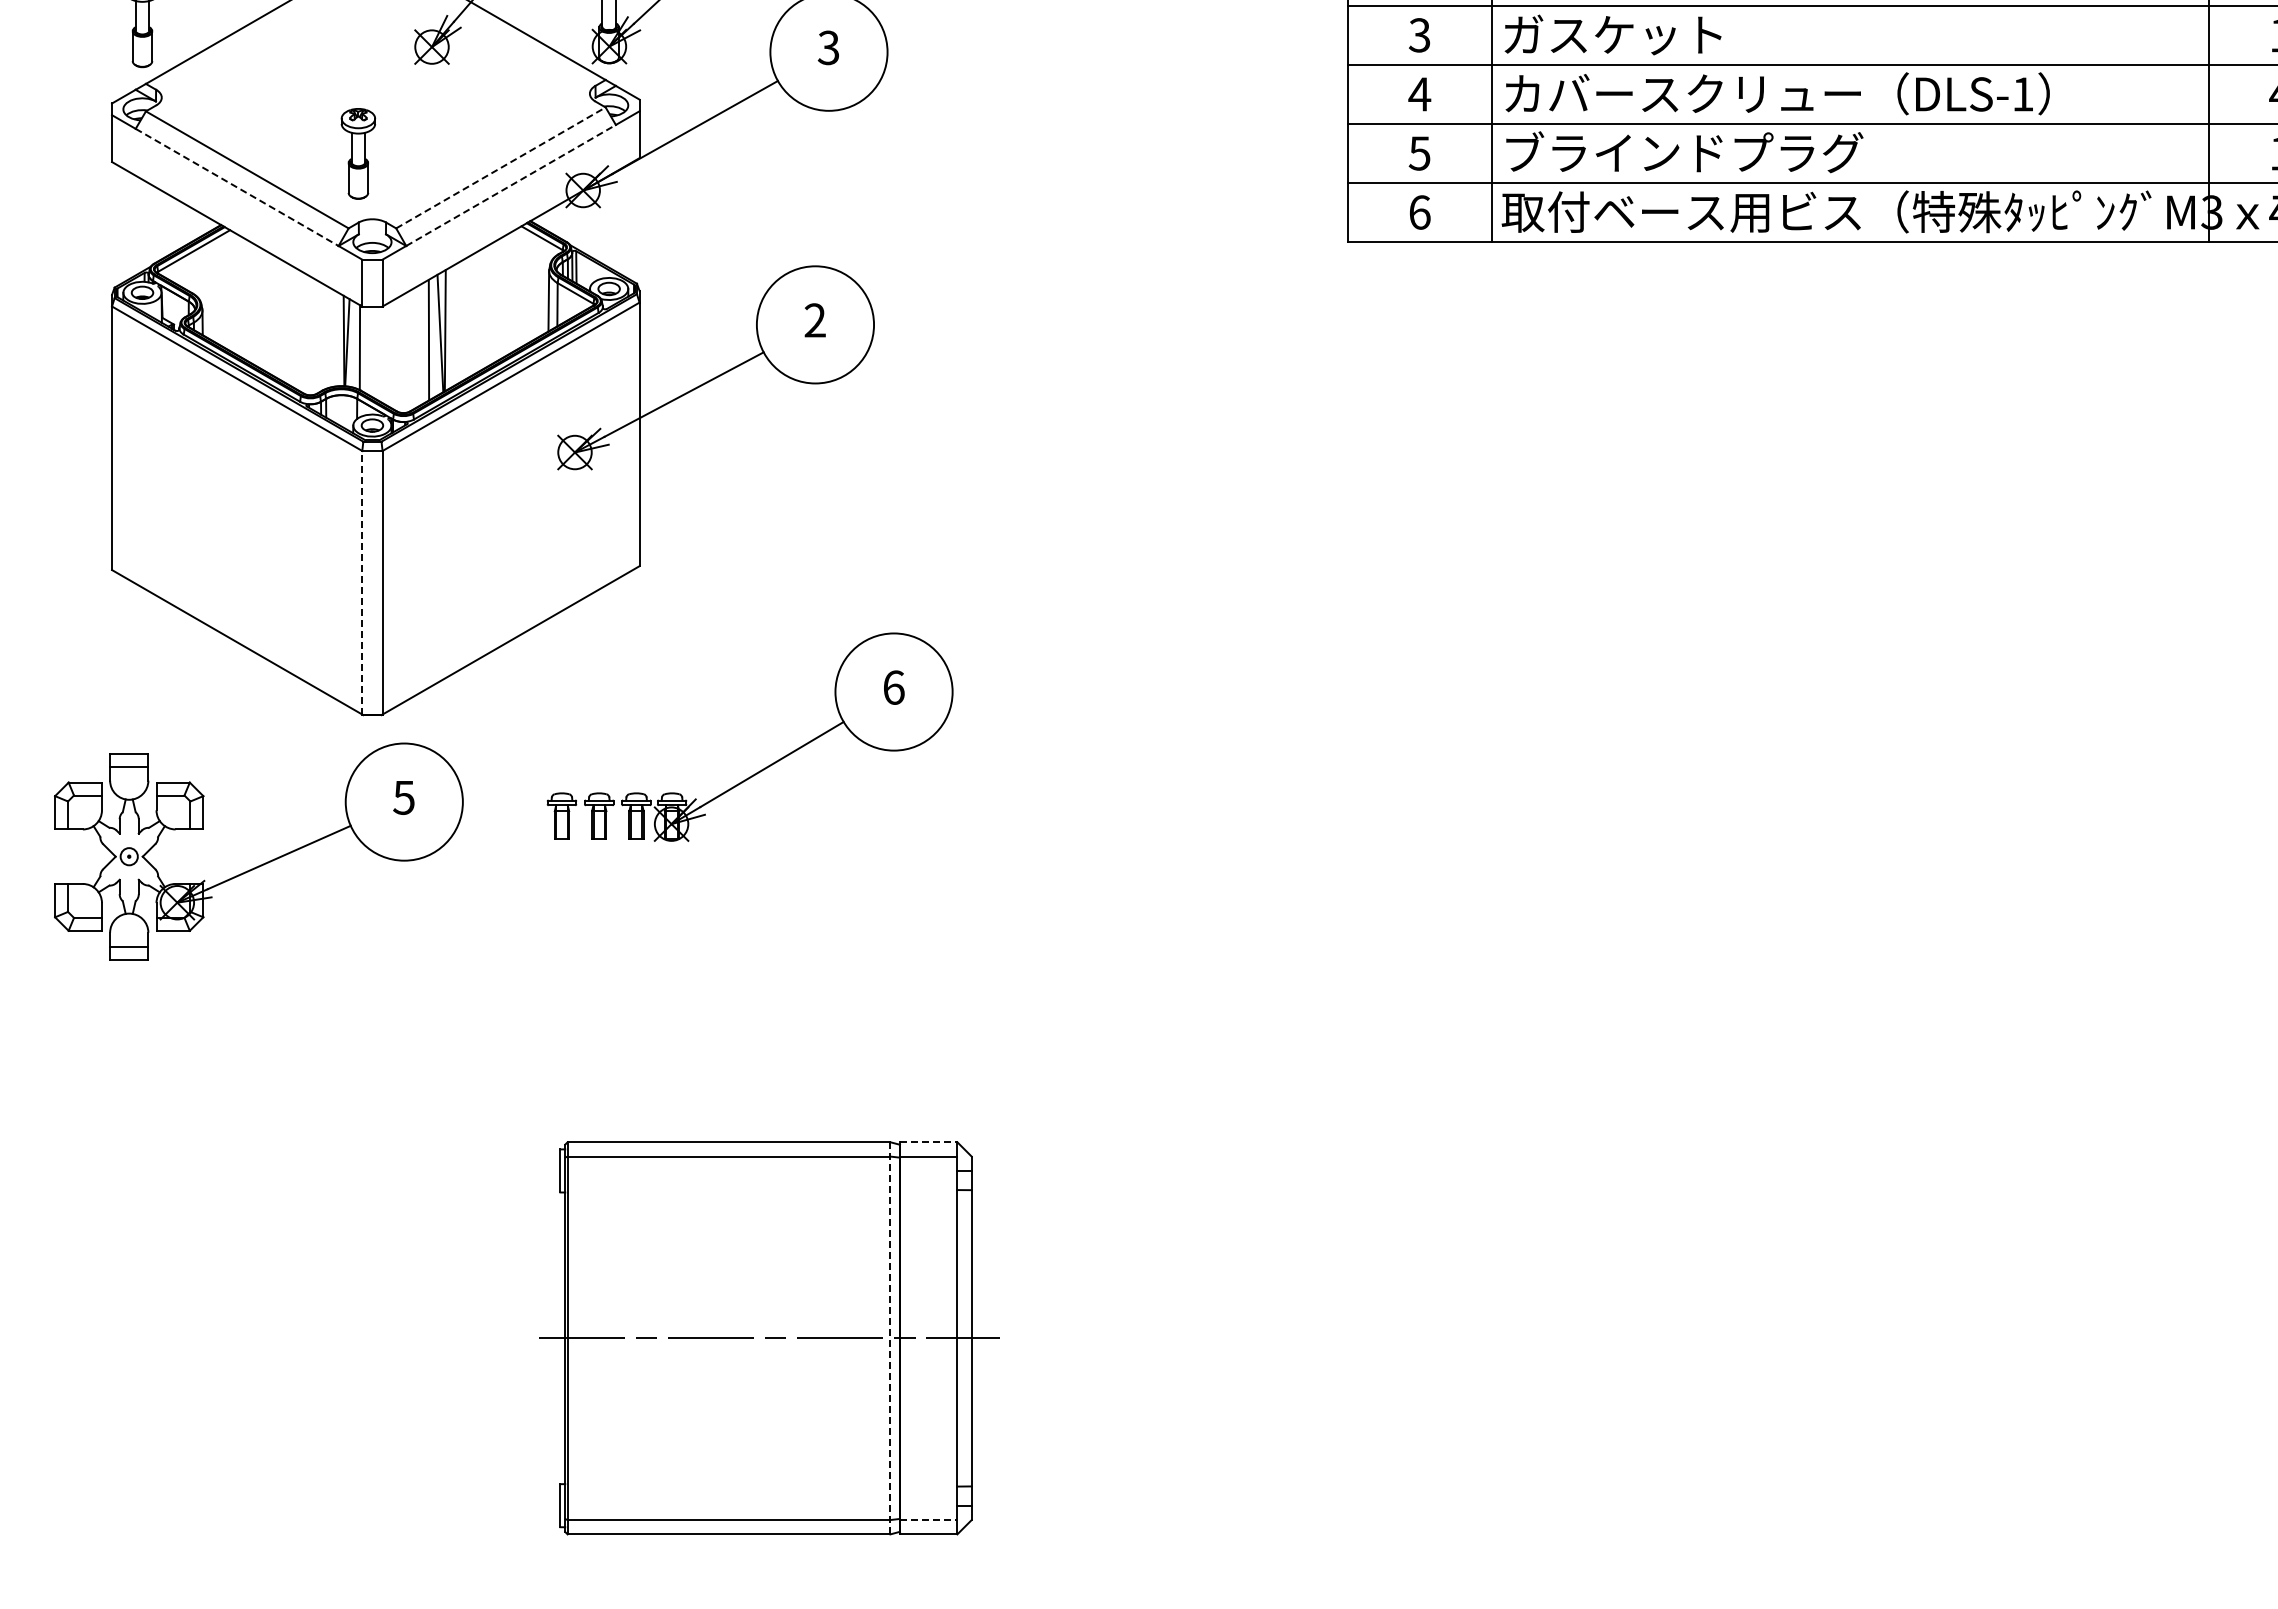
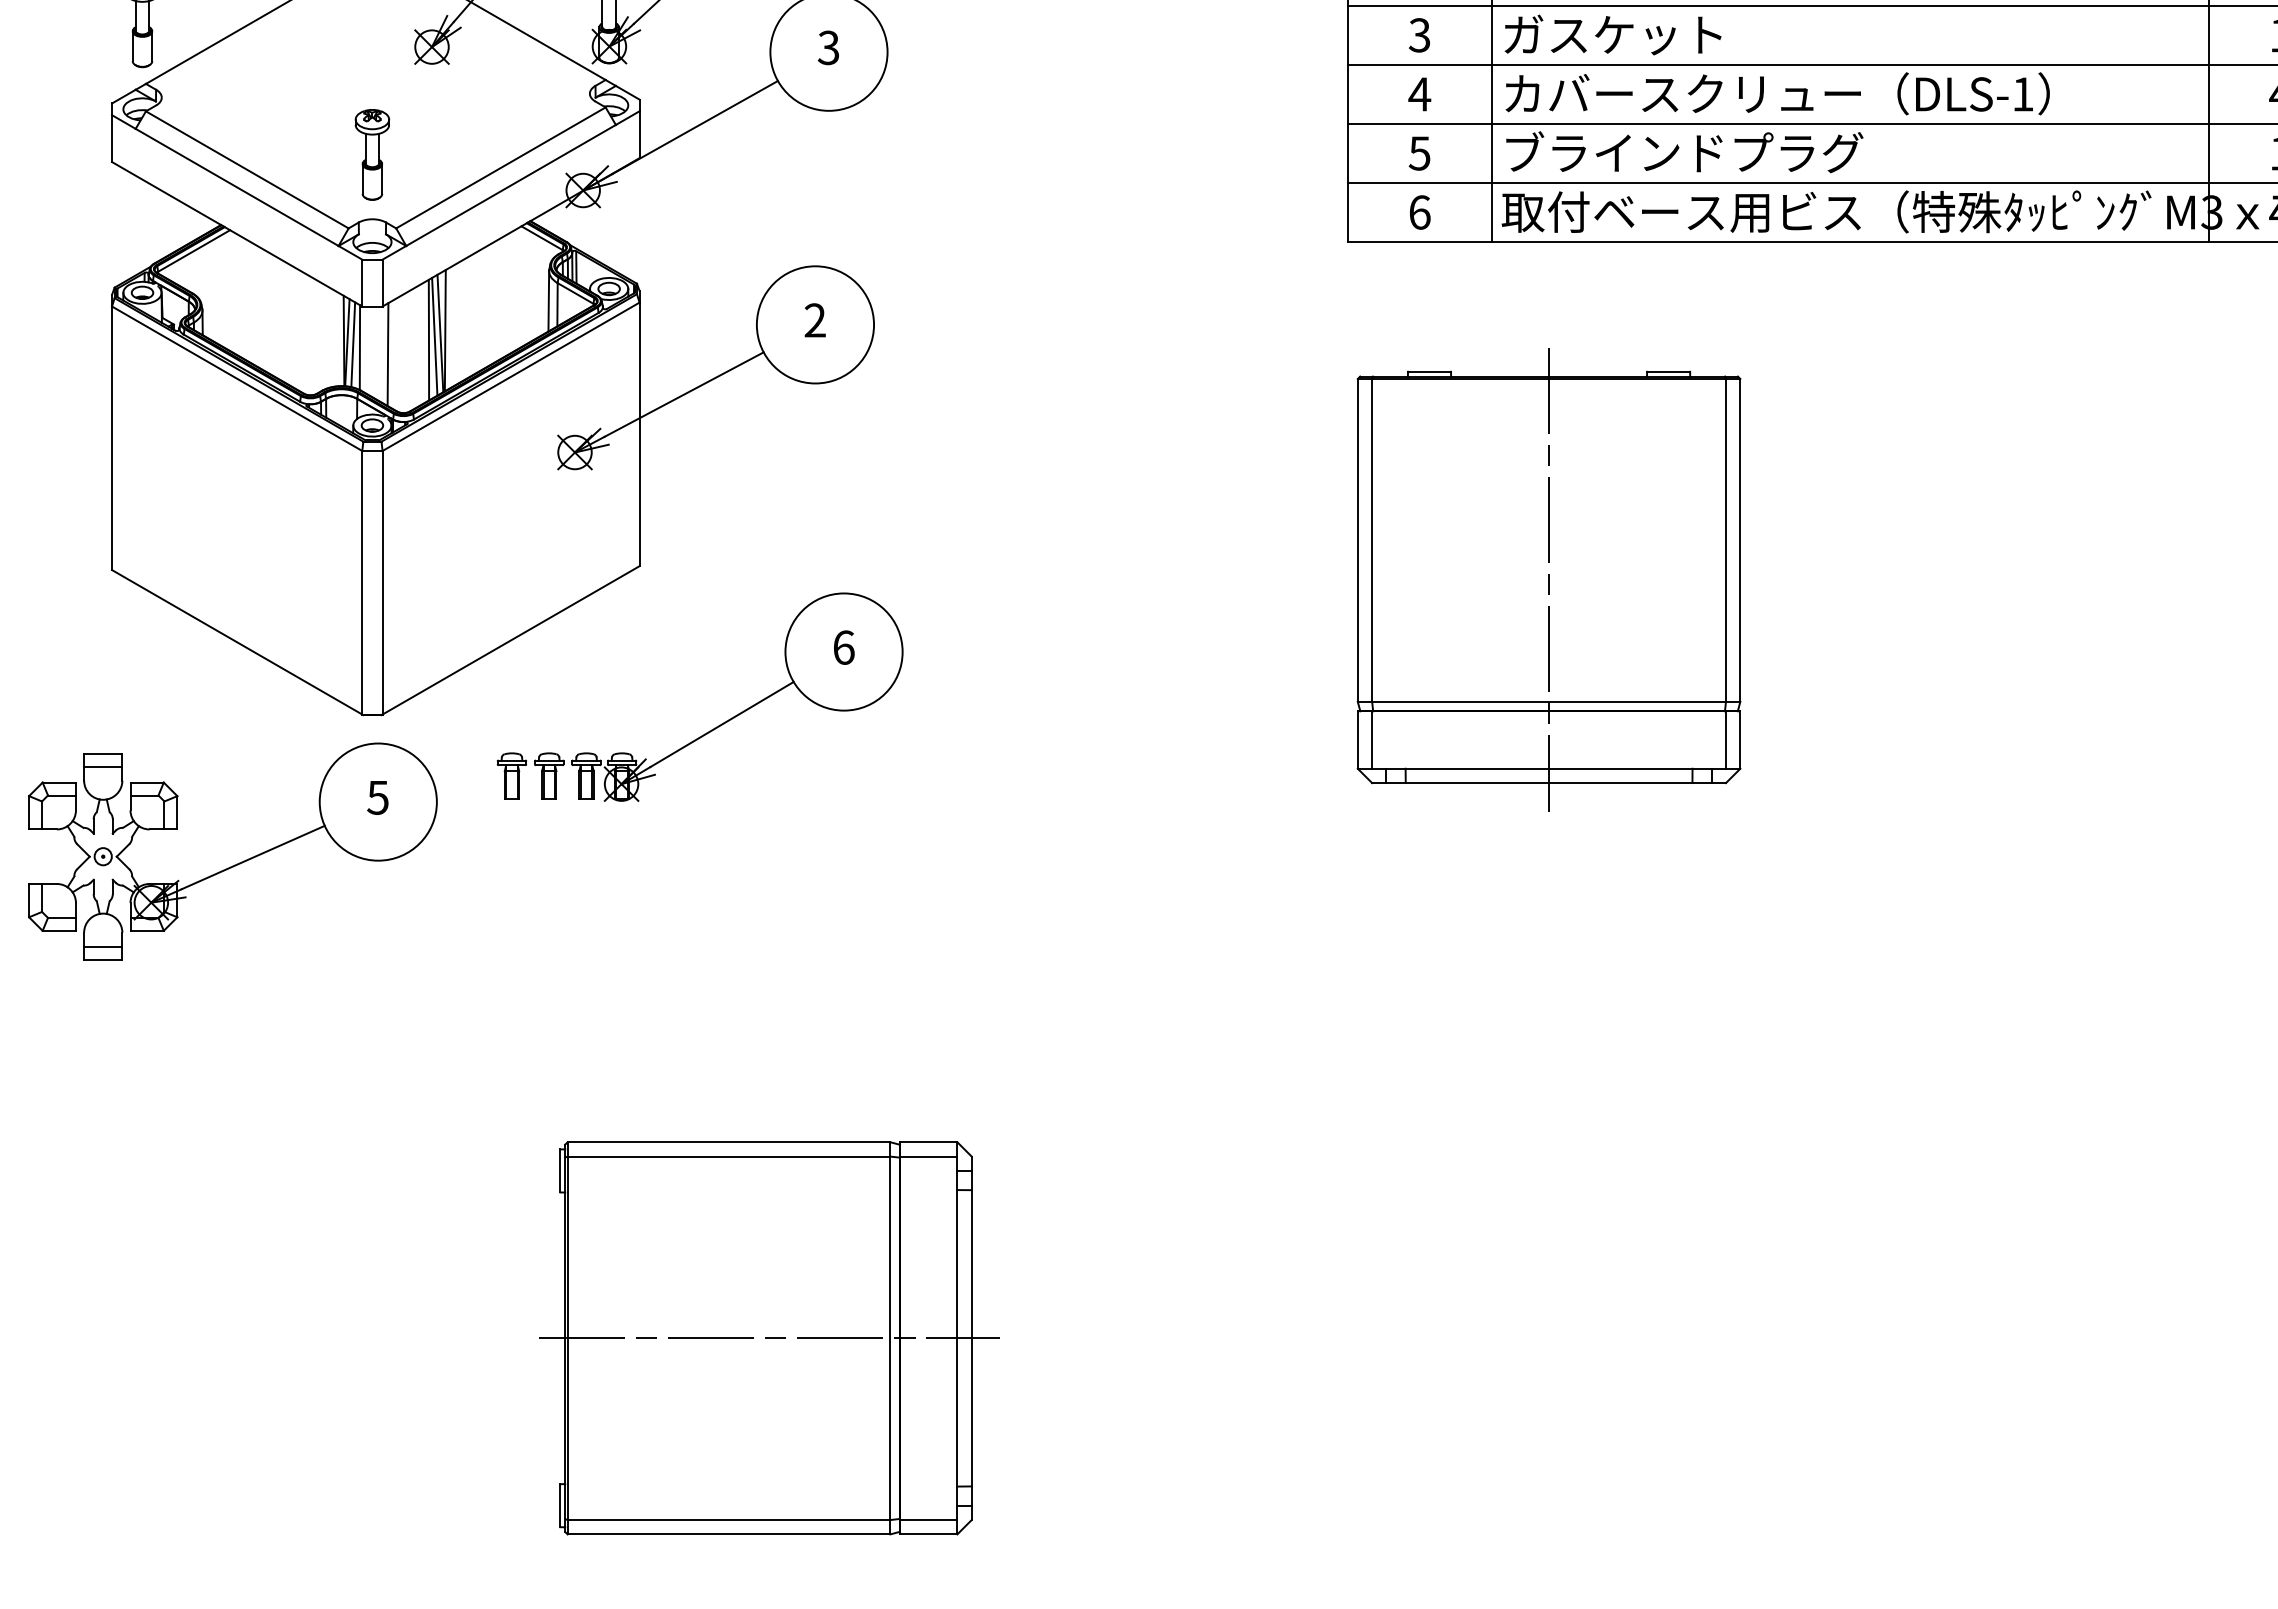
part at (358, 153) position: (358, 153) -> (372, 154)
line at (500, 167): dashed -> solid
line at (511, 185): dashed -> solid
line at (237, 187): dashed -> solid
line at (434, 336): none -> present
line at (353, 344): none -> present
line at (387, 354): none -> present
part at (1548, 579): none -> present
line at (362, 582): dashed -> solid
part at (764, 767) position: (764, 767) -> (714, 727)
part at (263, 863) position: (263, 863) -> (237, 863)
line at (928, 1142): dashed -> solid
line at (890, 1337): dashed -> solid
line at (928, 1520): dashed -> solid
